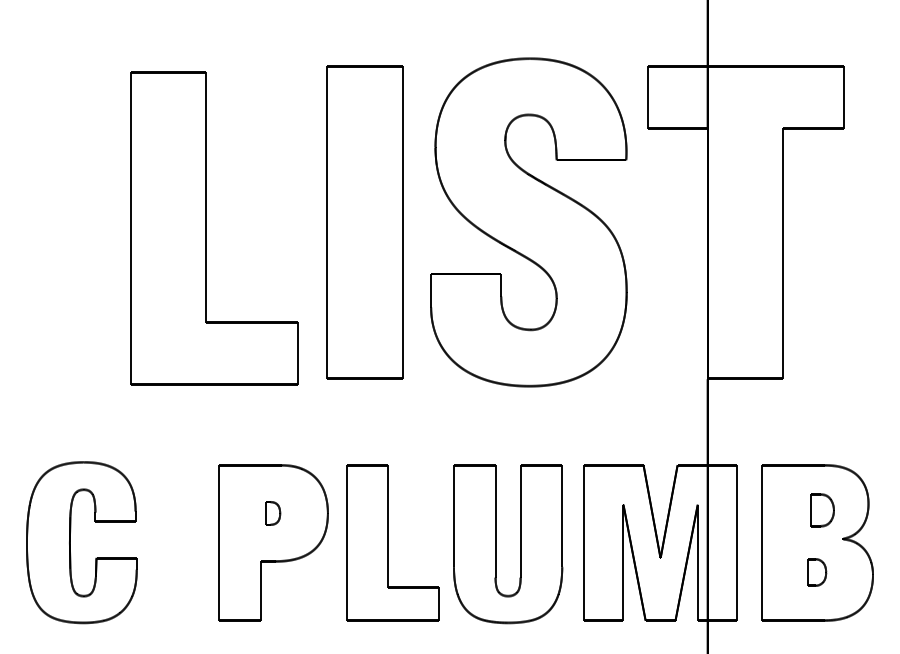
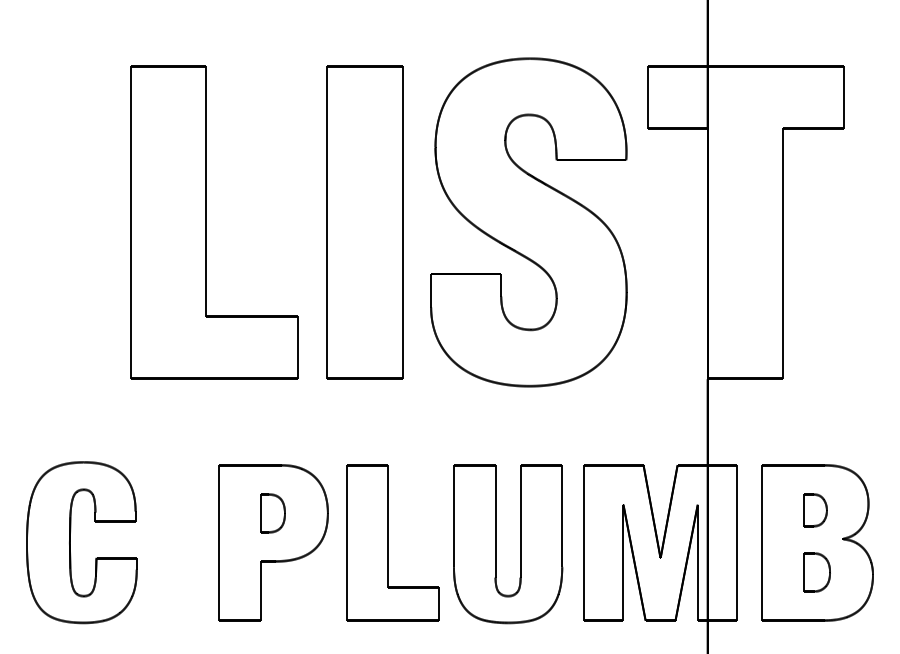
part at (206, 228) position: (206, 228) -> (206, 222)
part at (822, 510) position: (822, 510) -> (815, 510)
part at (273, 513) size: 17x25 px -> 26x41 px
part at (817, 572) size: 21x29 px -> 28x41 px
